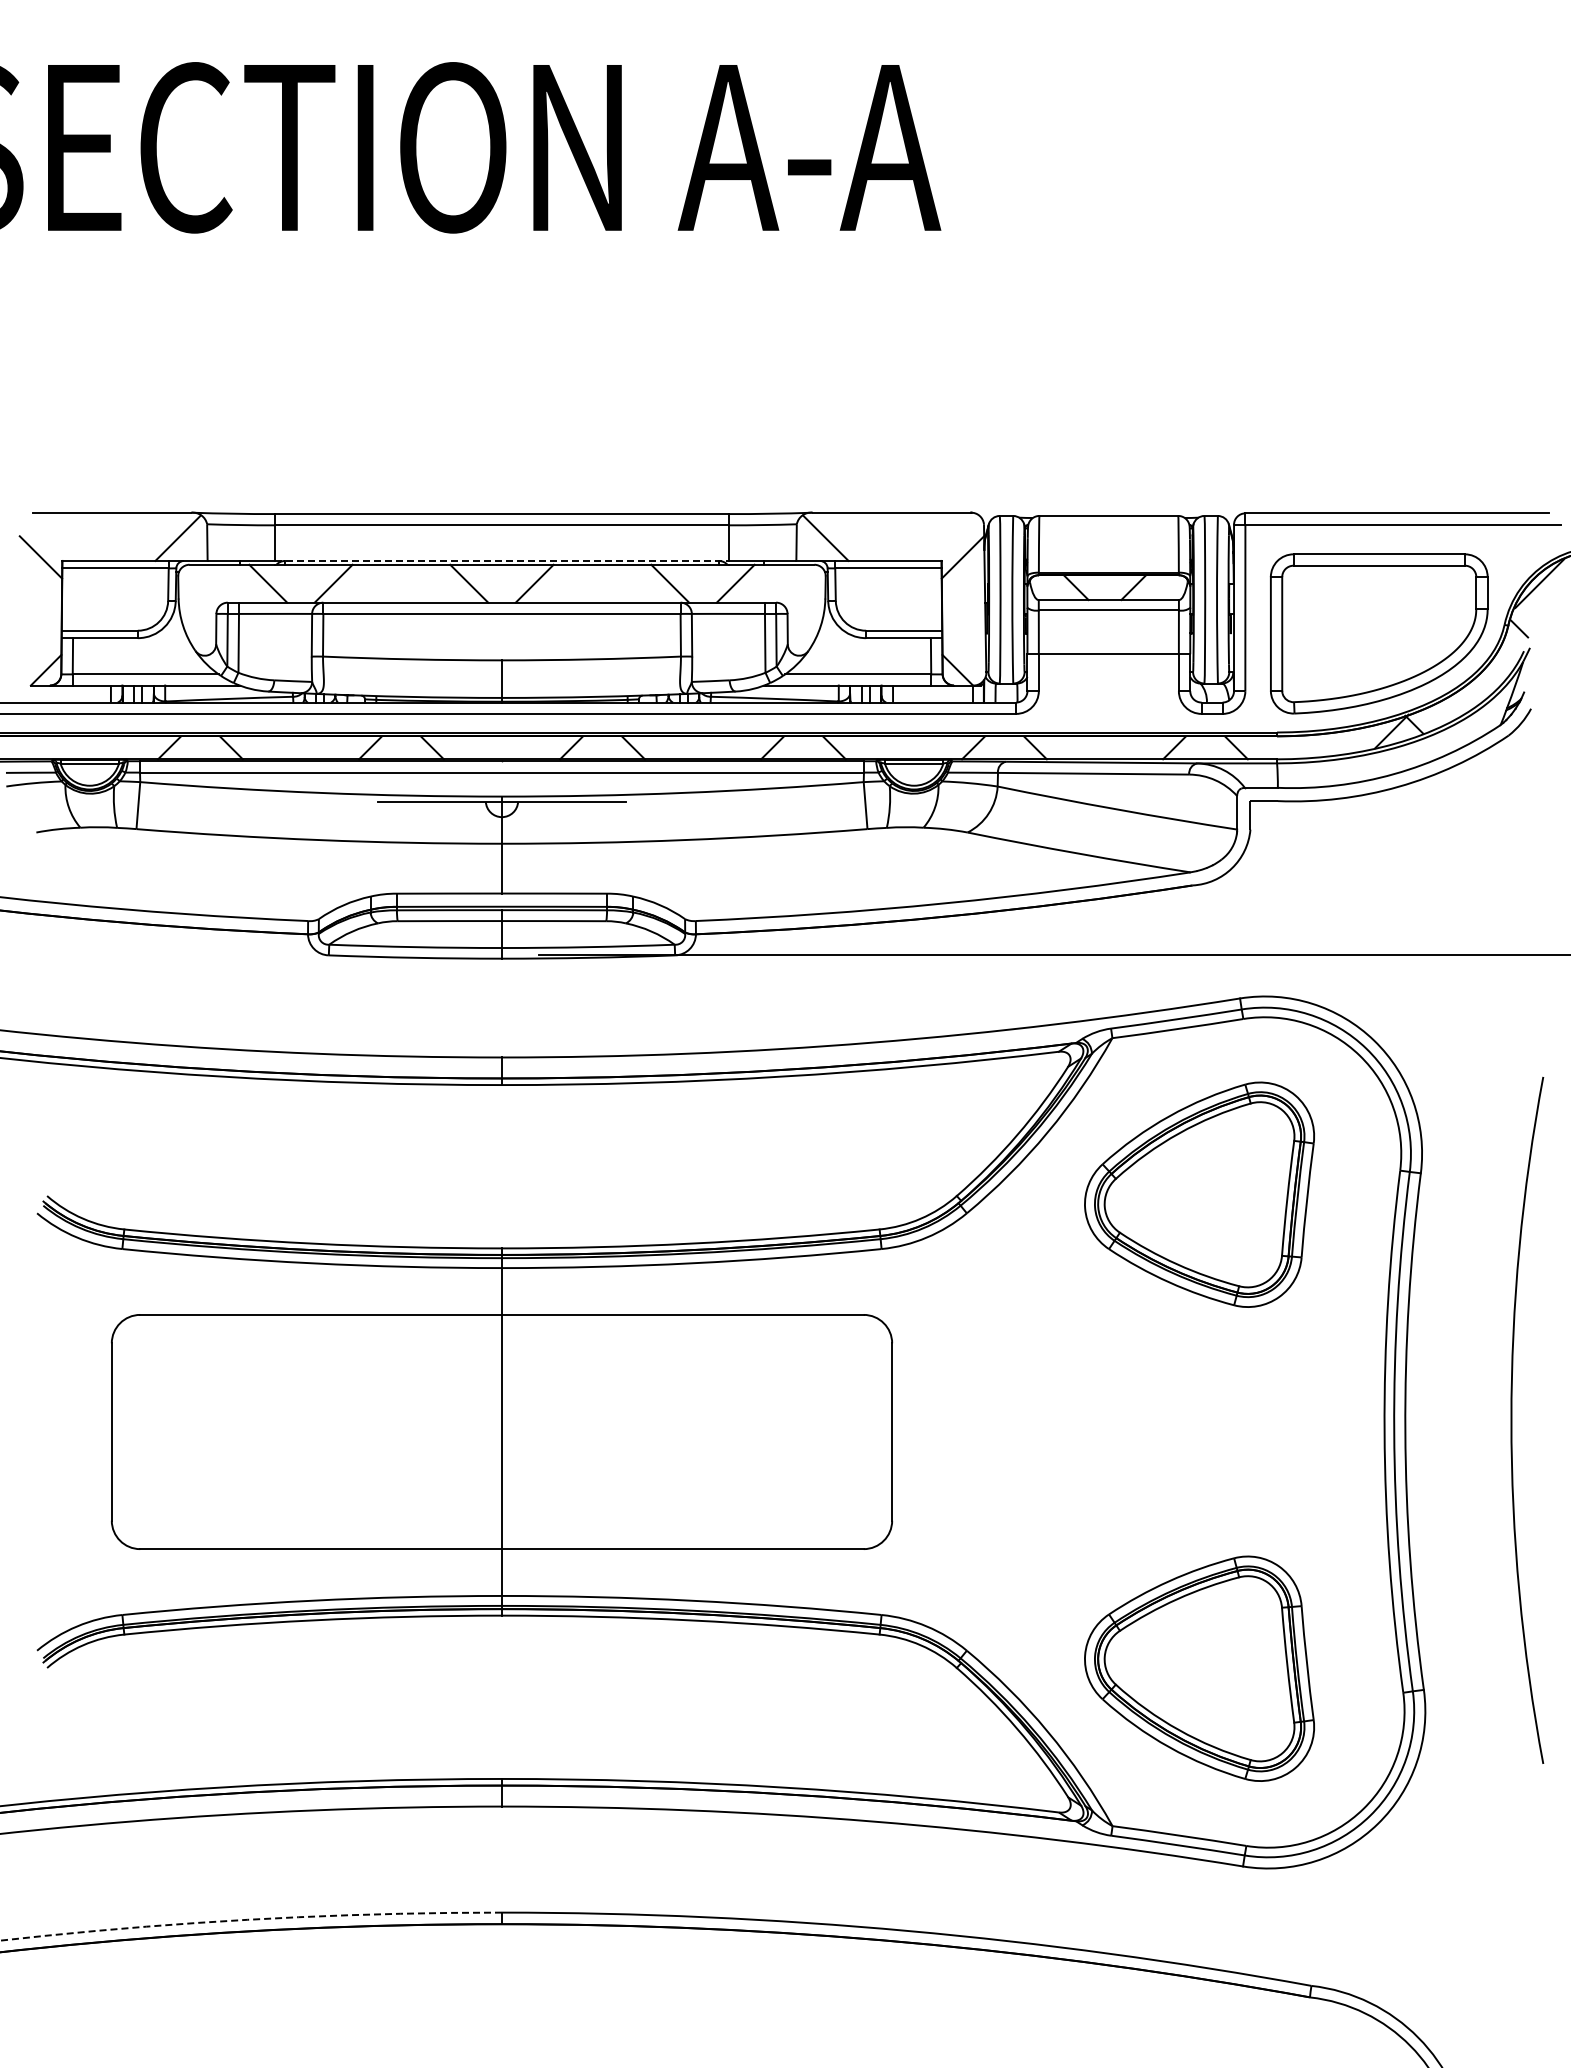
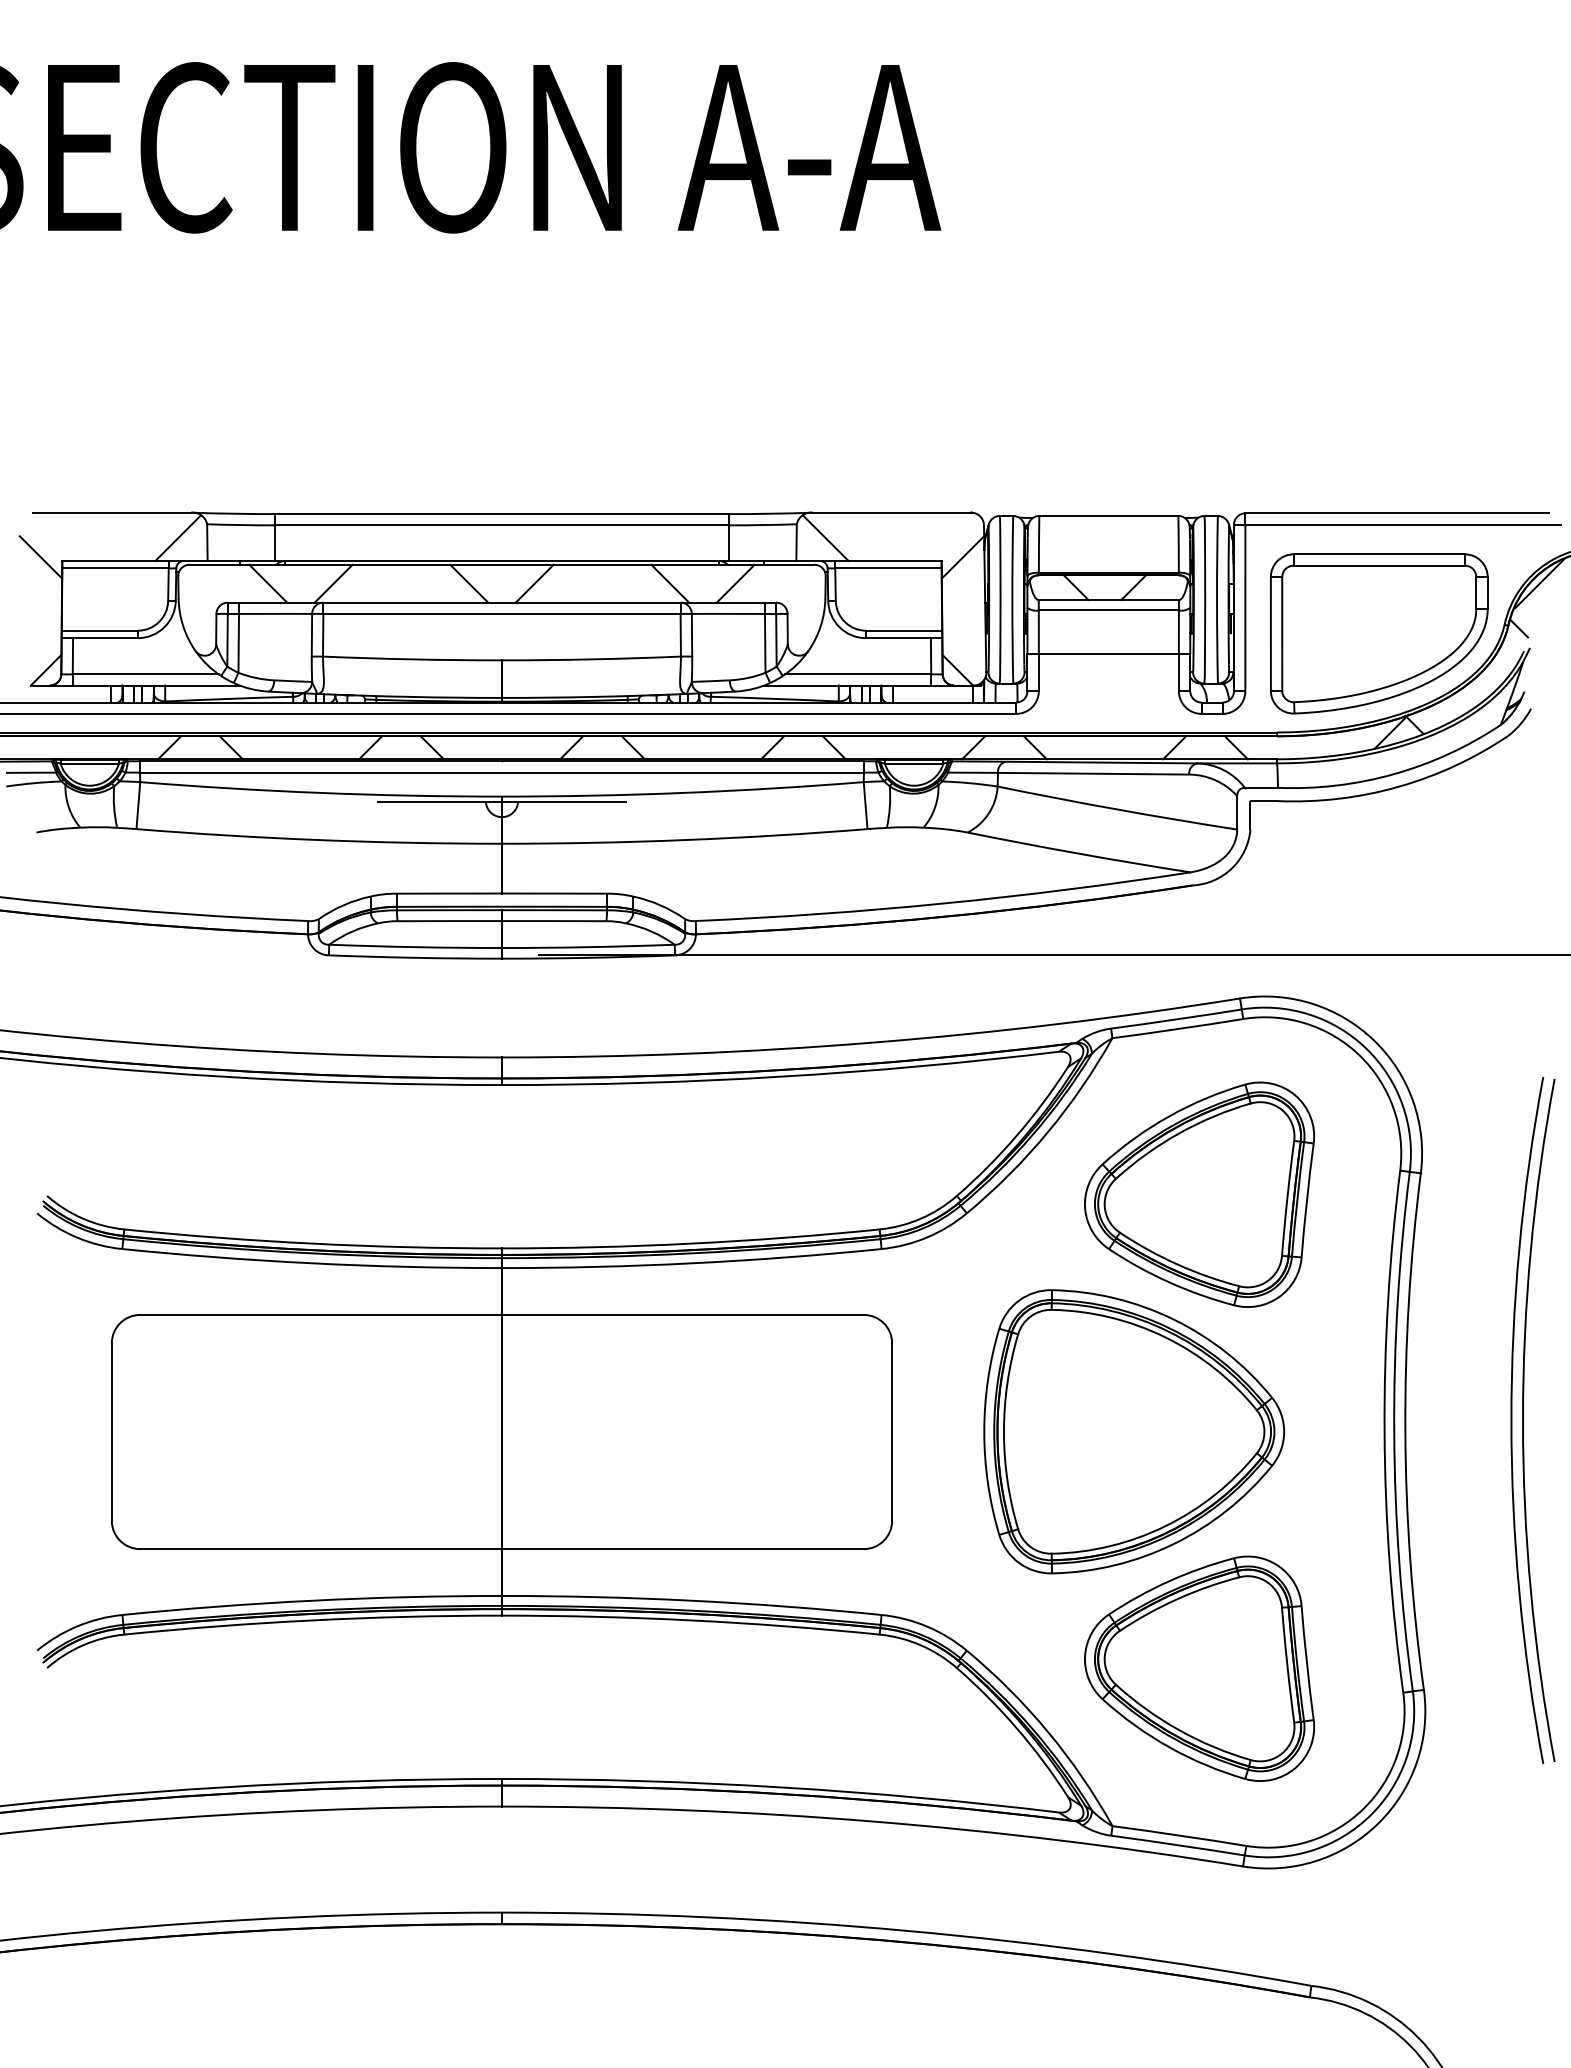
line at (502, 560): dashed -> solid
arc at (1523, 1419): none -> present
part at (1133, 1431): none -> present
arc at (249, 1919): dashed -> solid
